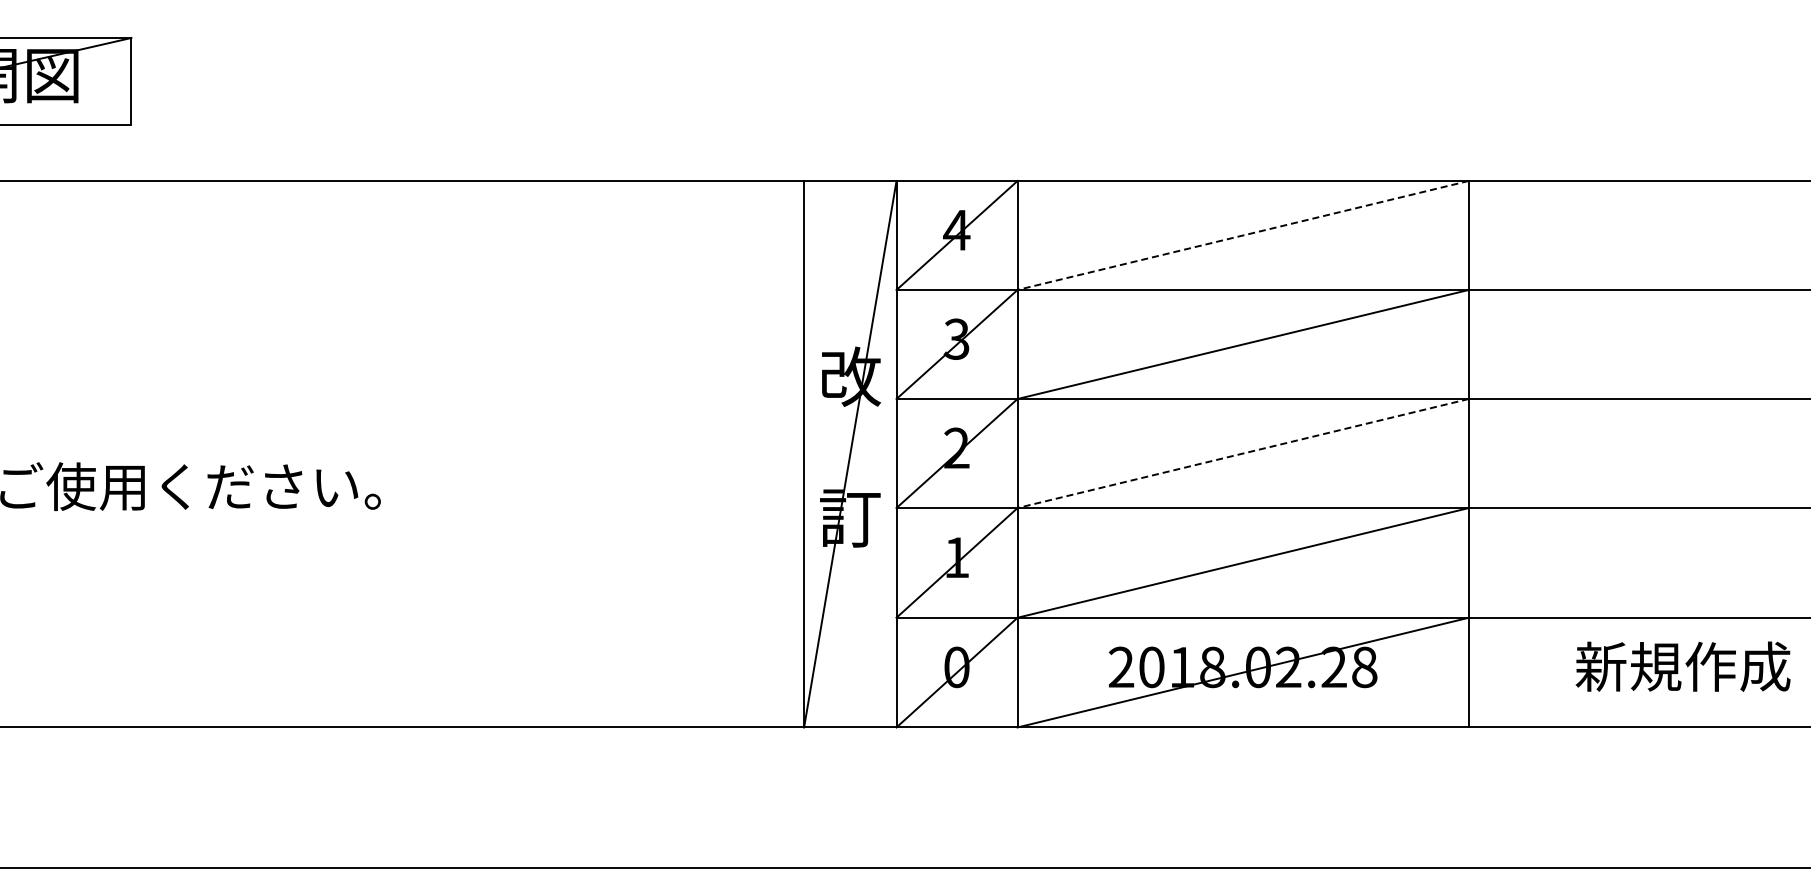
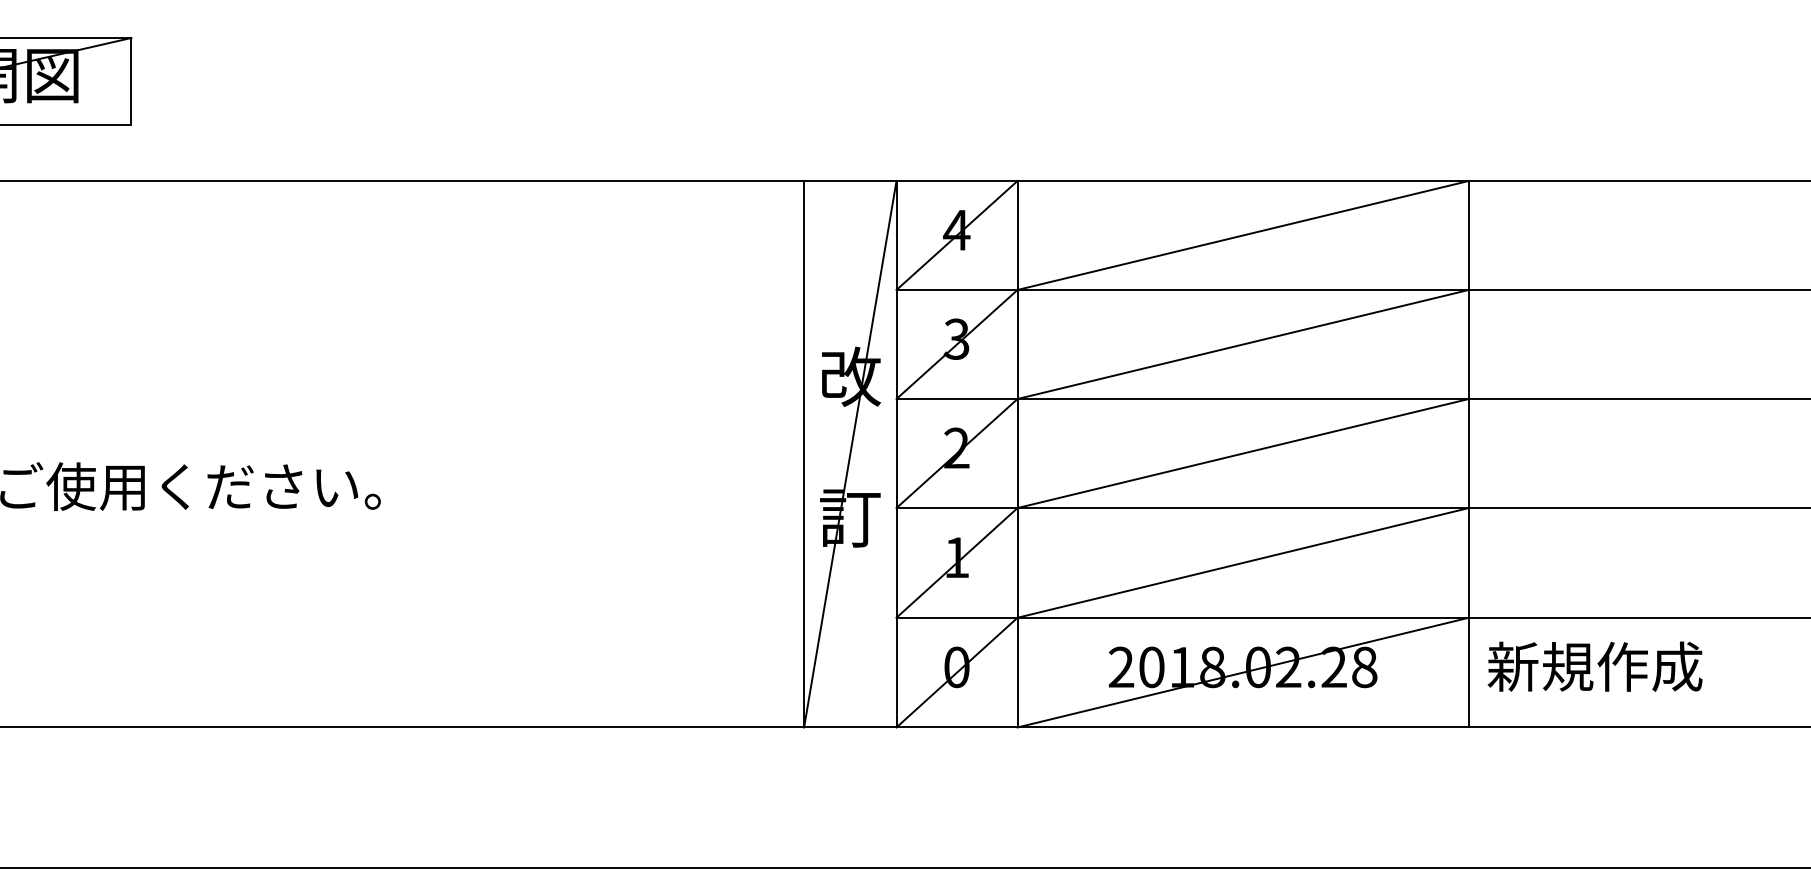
line at (1242, 235): dashed -> solid
line at (1242, 453): dashed -> solid
text at (1682, 666) position: (1682, 666) -> (1594, 666)
